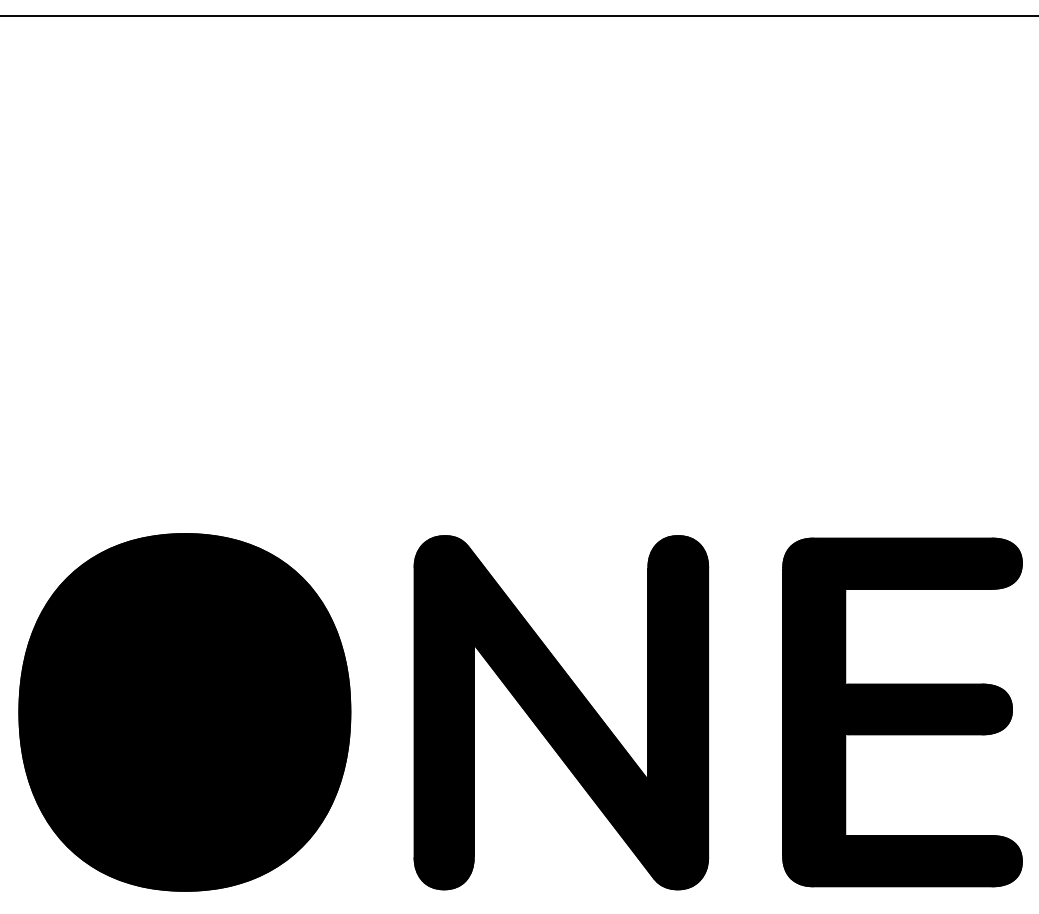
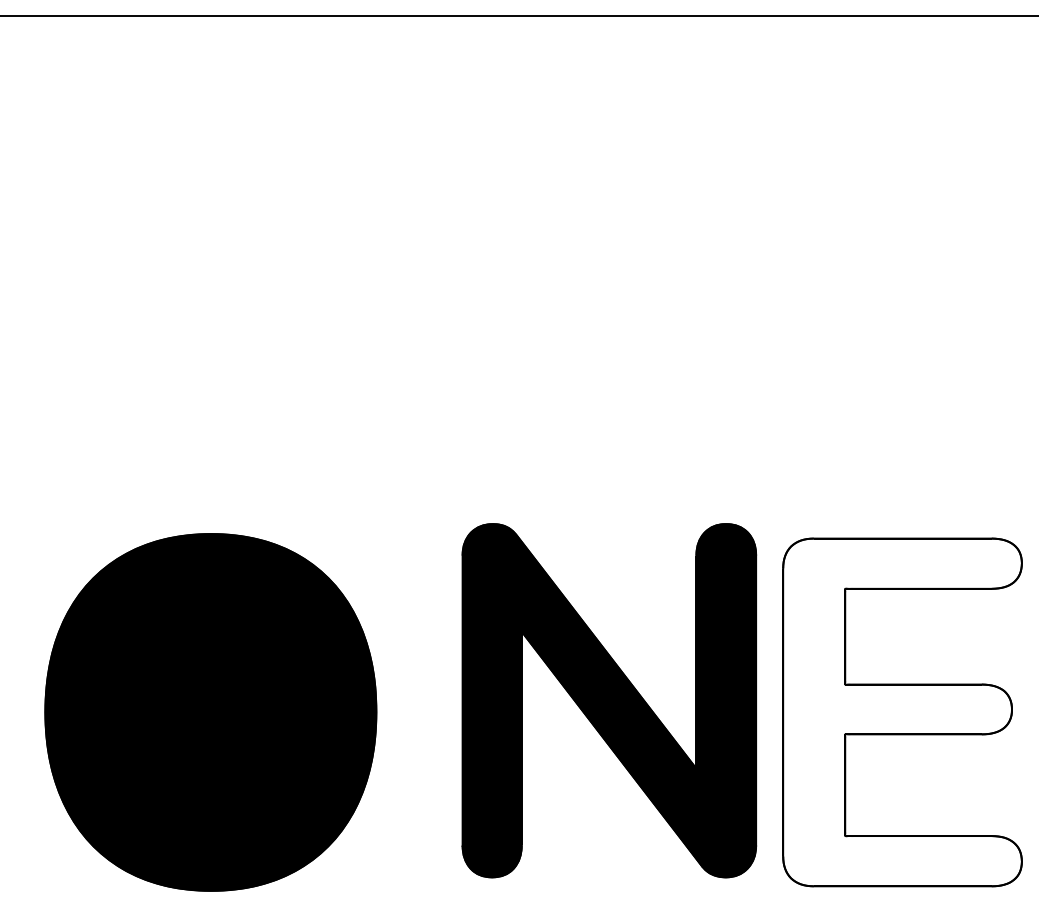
part at (184, 712) position: (184, 712) -> (210, 712)
part at (561, 712) position: (561, 712) -> (609, 700)
fill at (902, 712): present -> none
